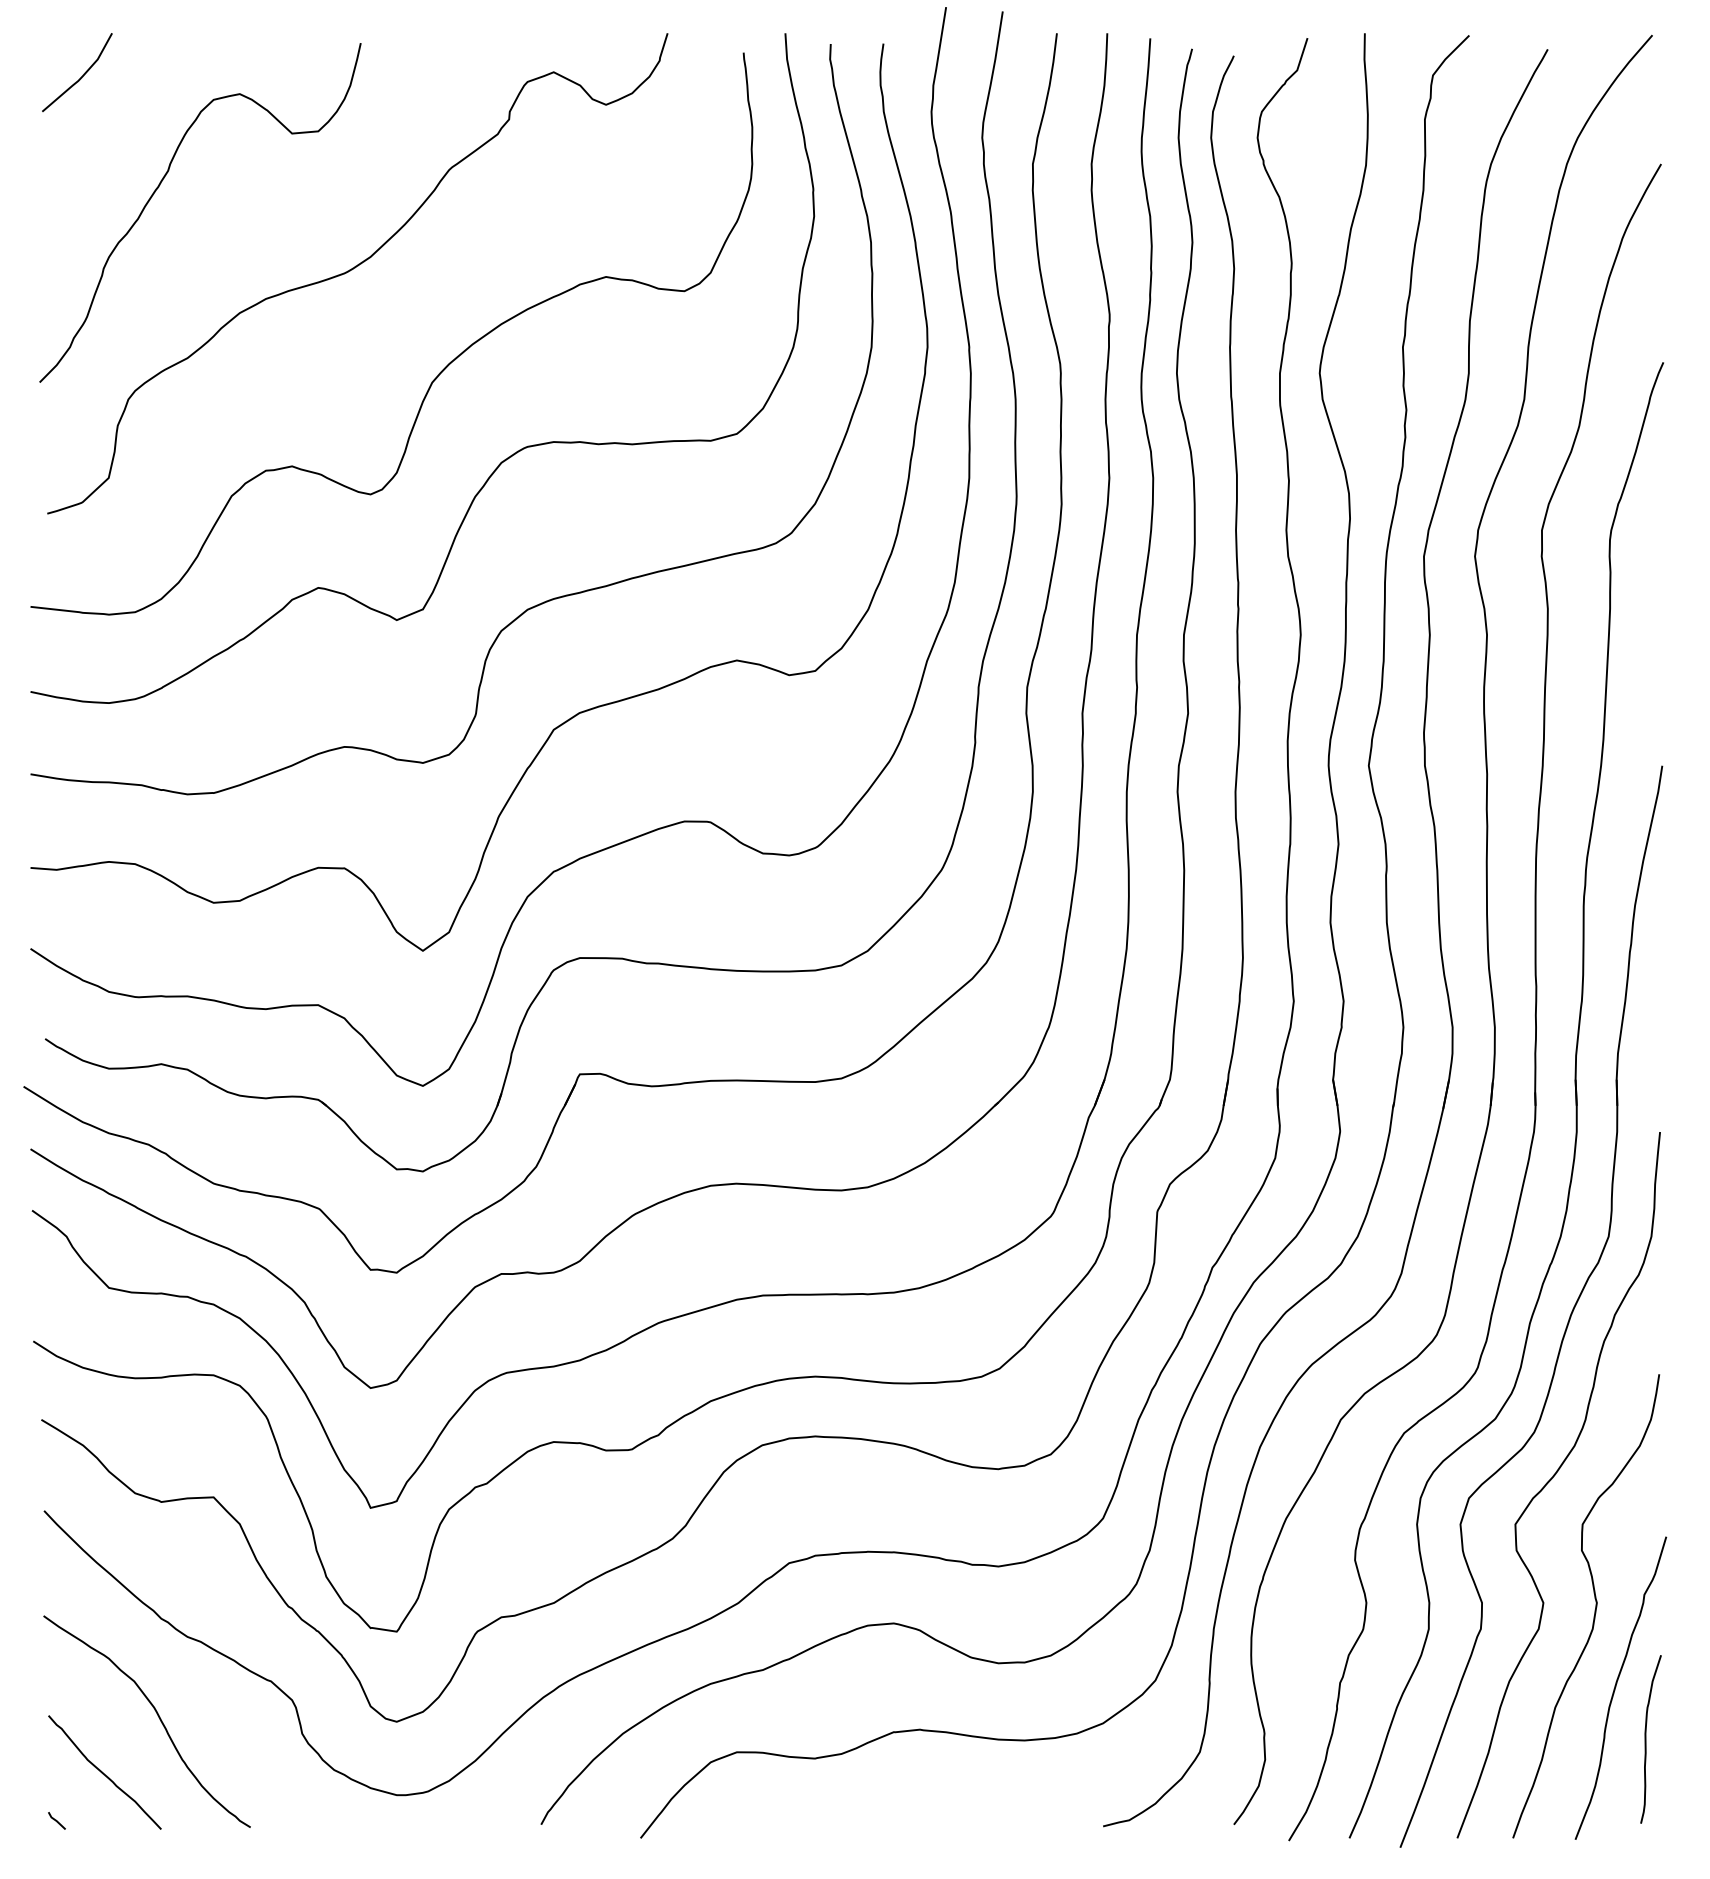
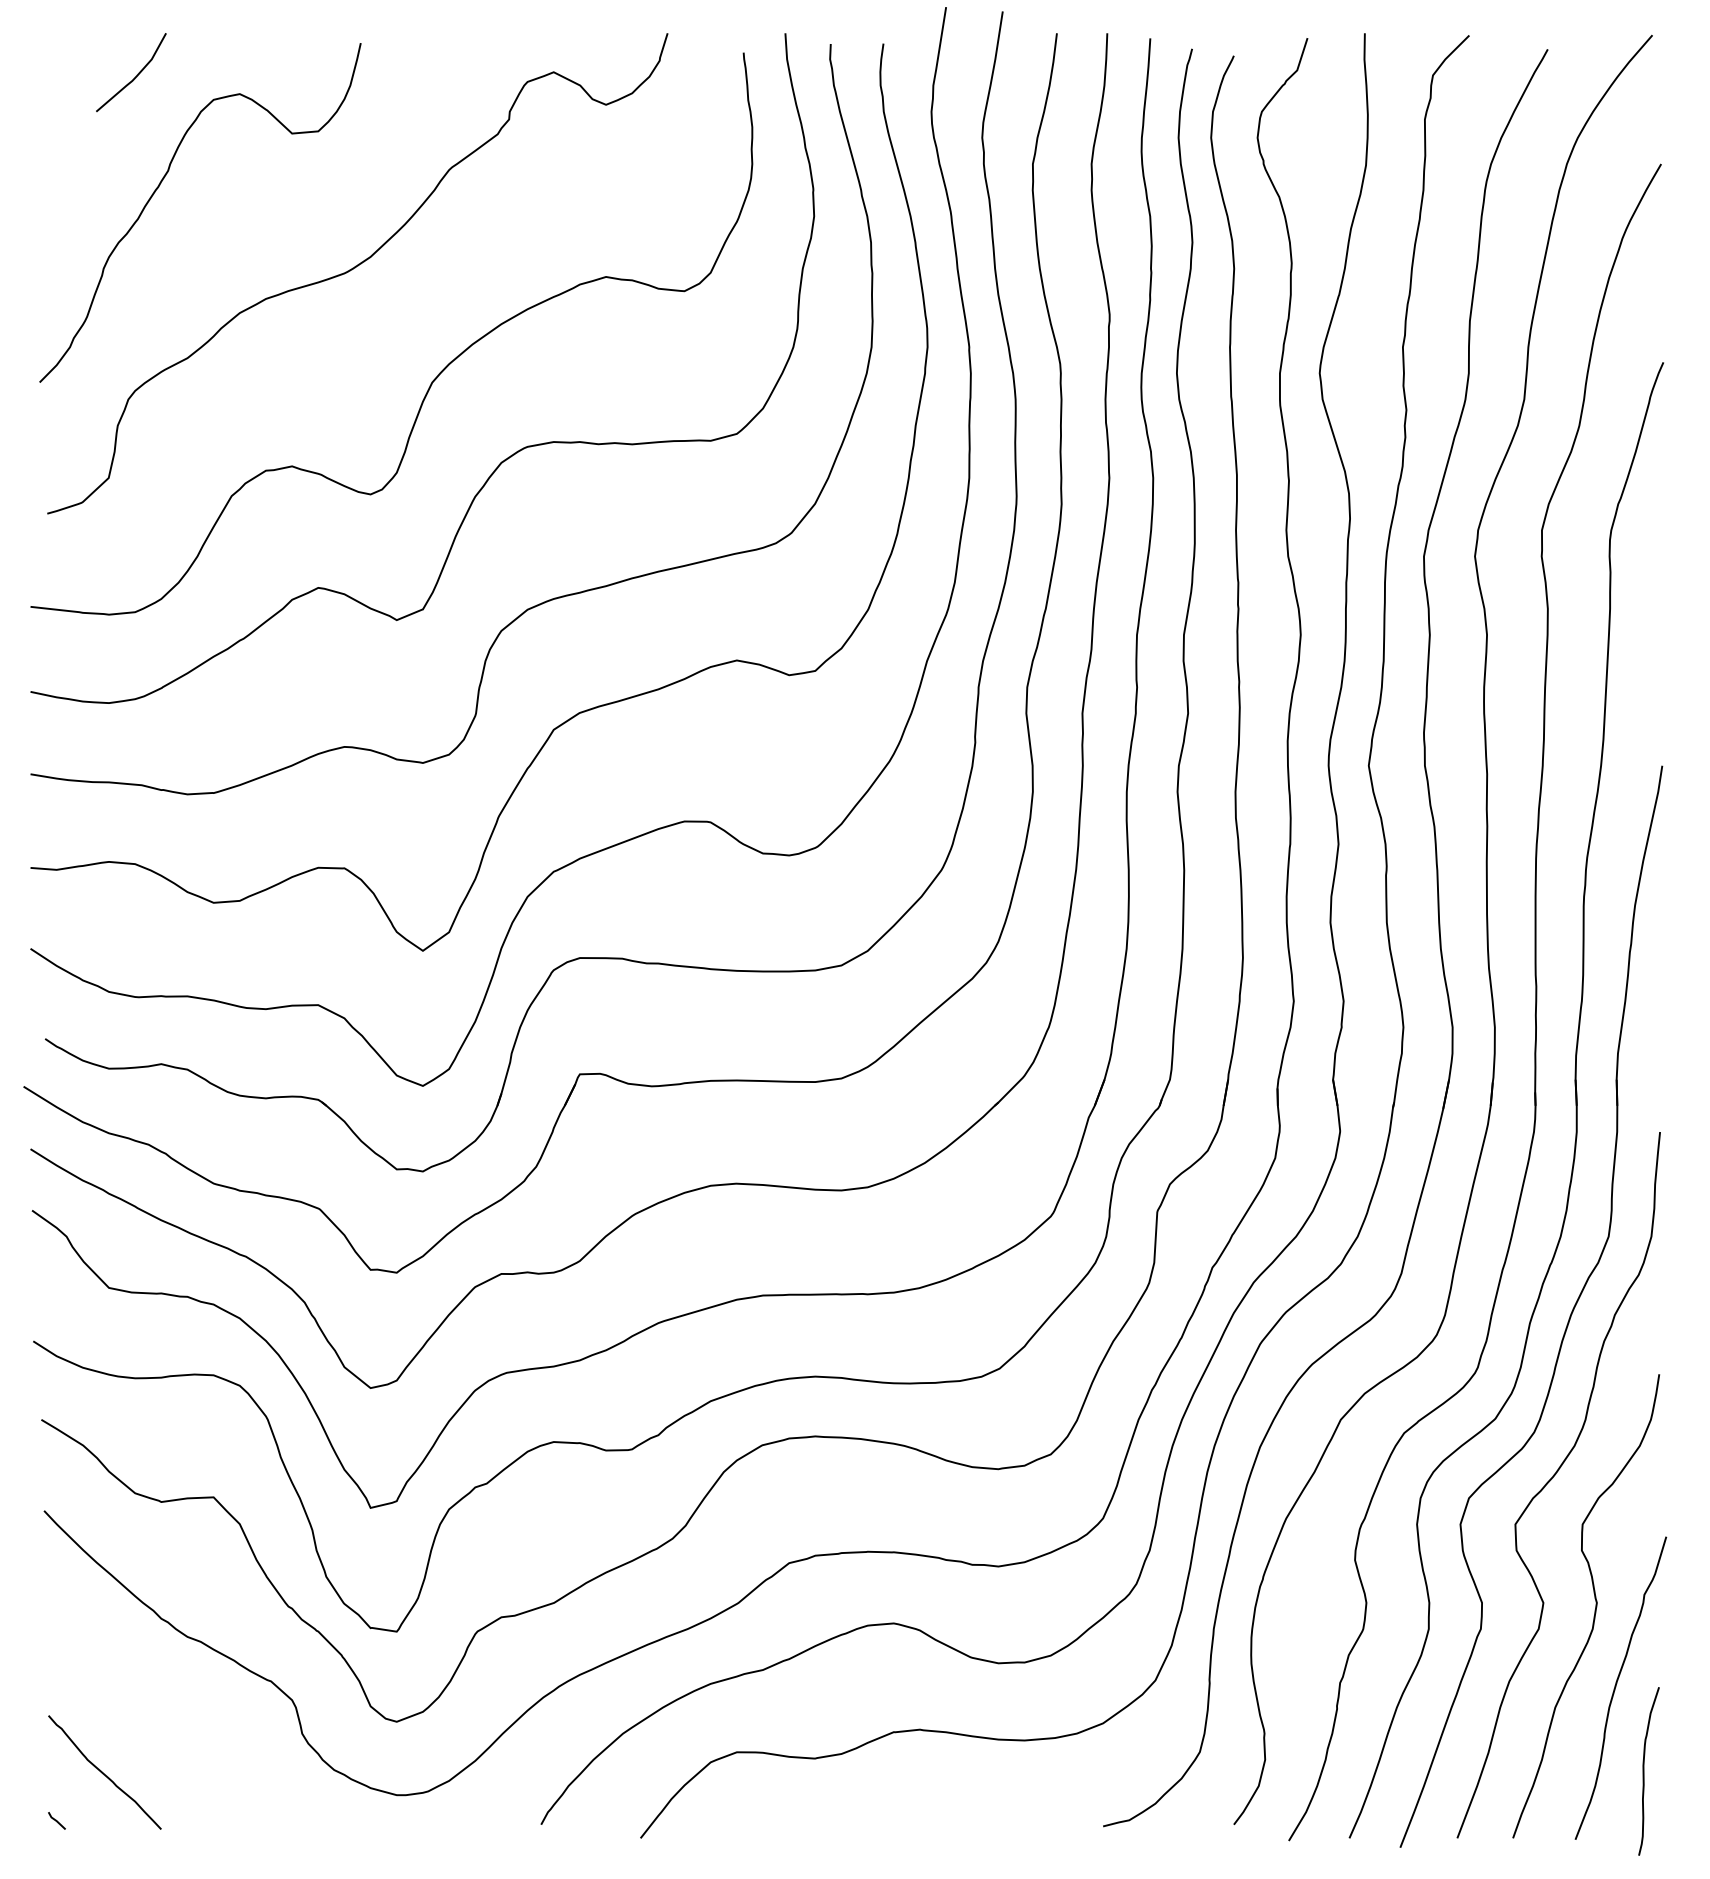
curve at (81, 76) position: (81, 76) -> (135, 76)
curve at (157, 1715): present -> none
curve at (1646, 1739) position: (1646, 1739) -> (1644, 1771)
